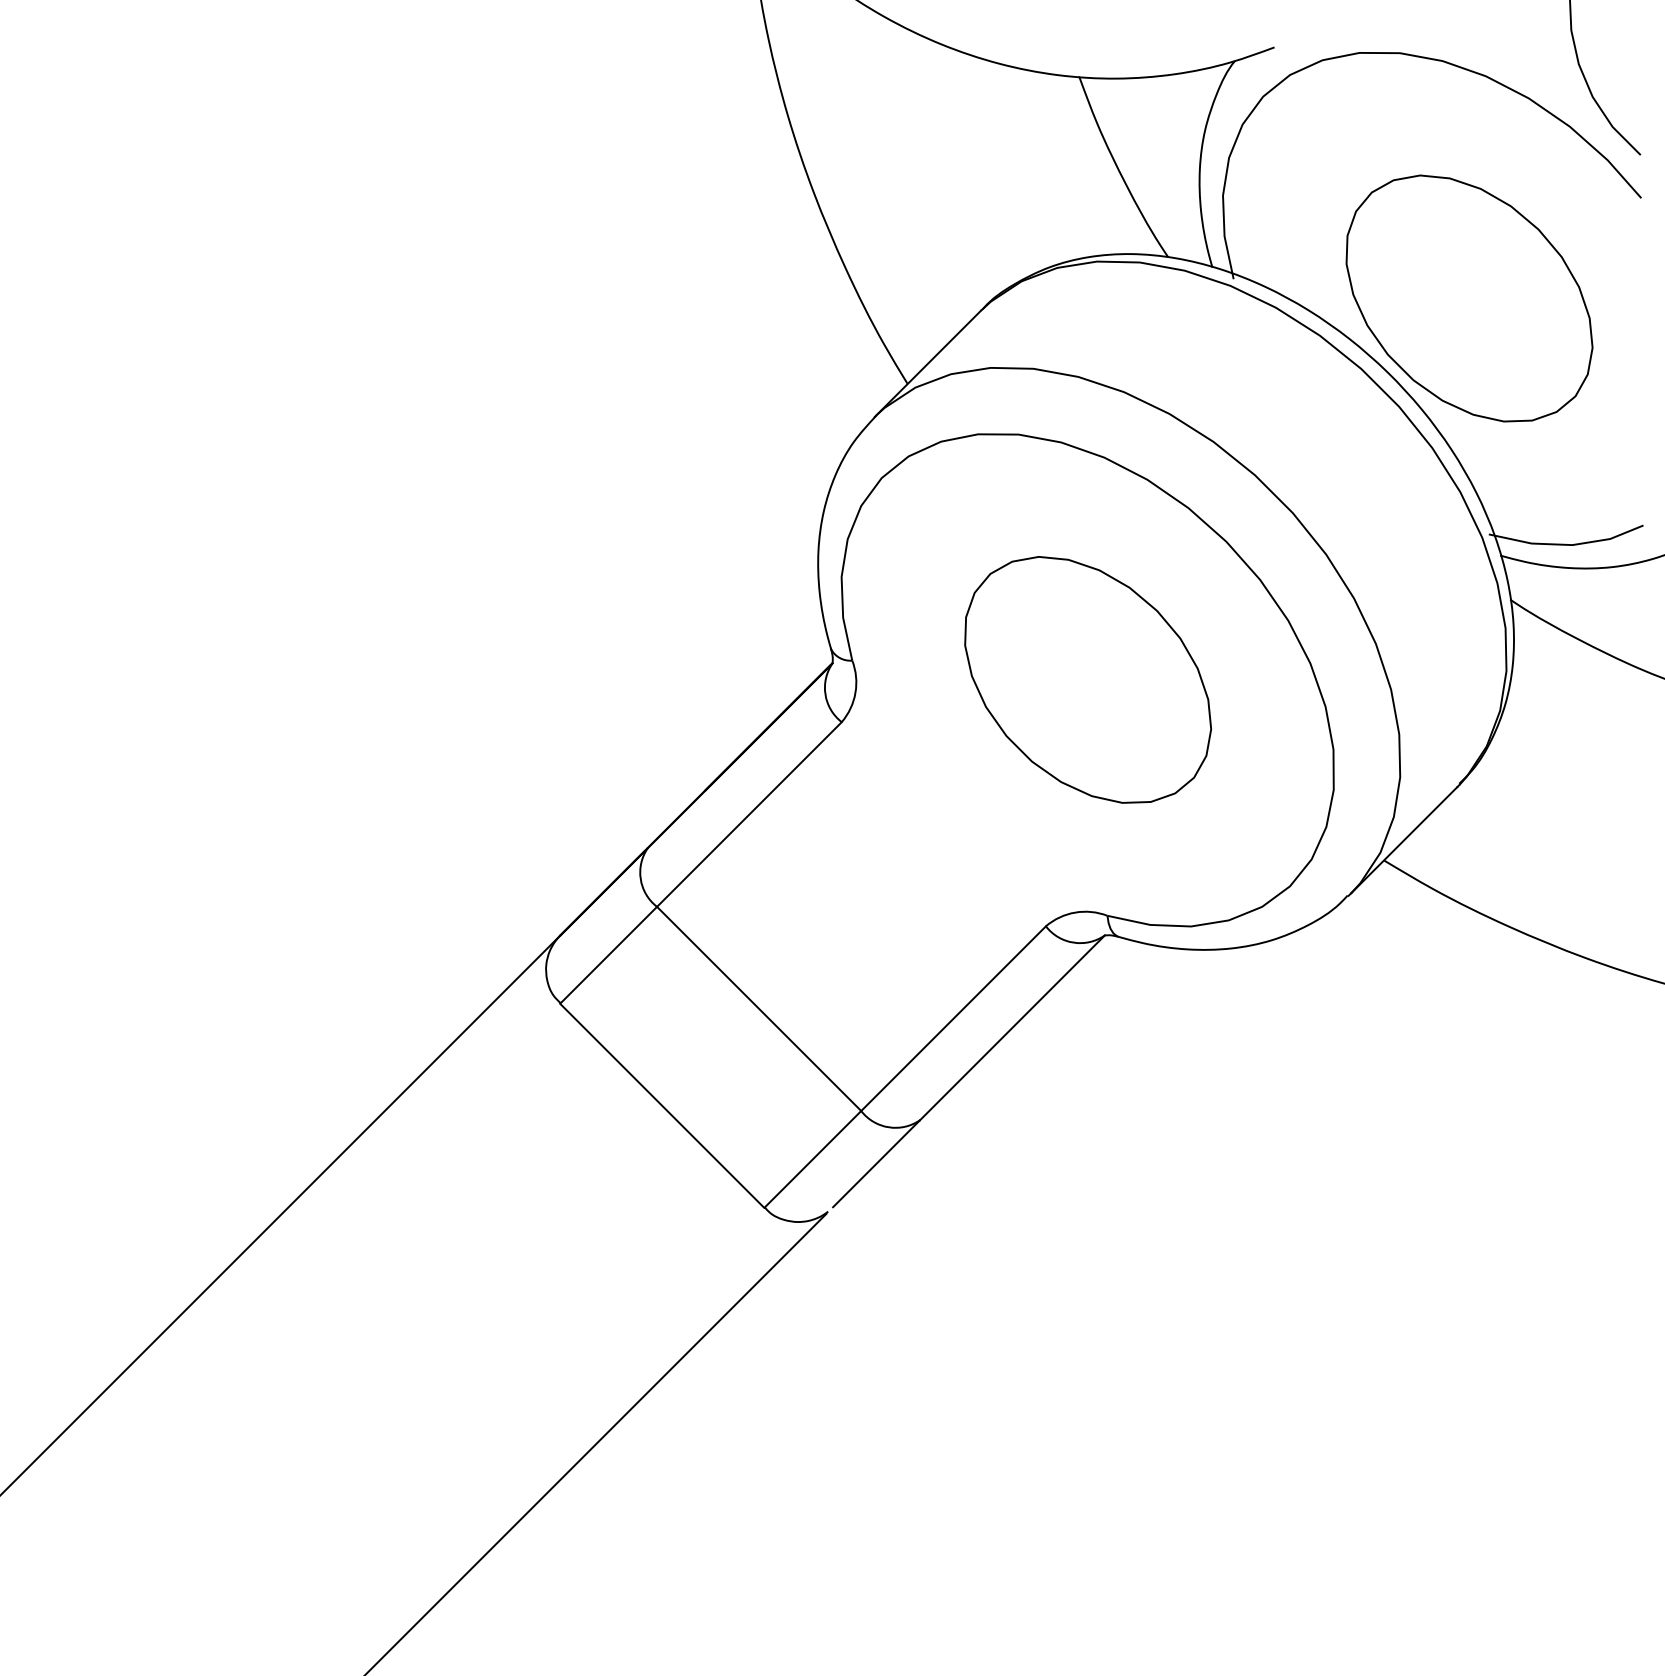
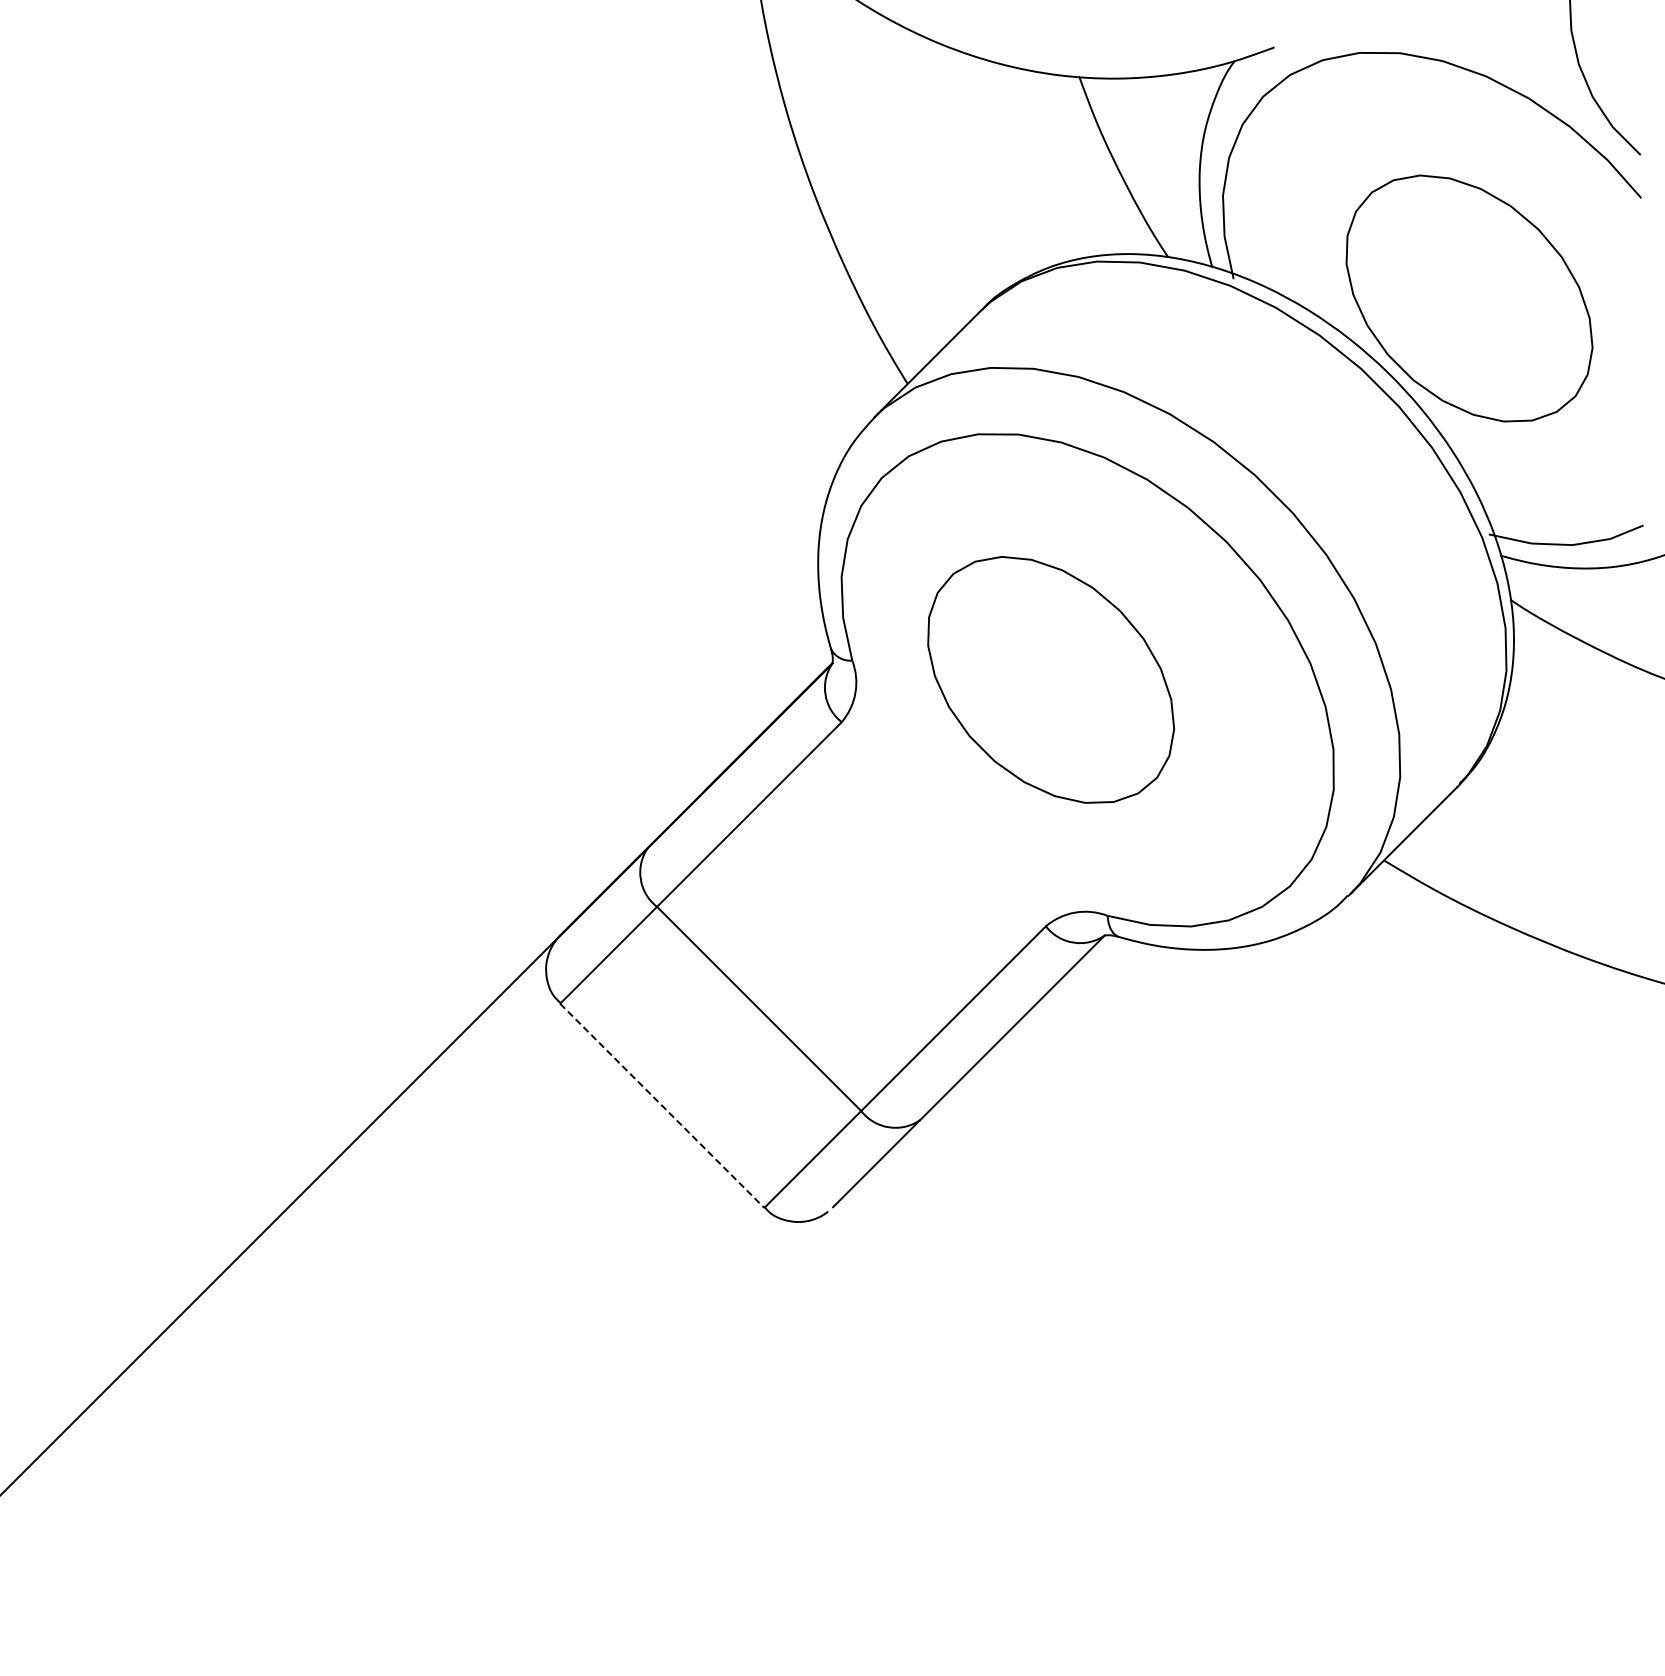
part at (1088, 679) position: (1088, 679) -> (1051, 679)
line at (662, 1106): solid -> dashed
line at (596, 1442): present -> none
